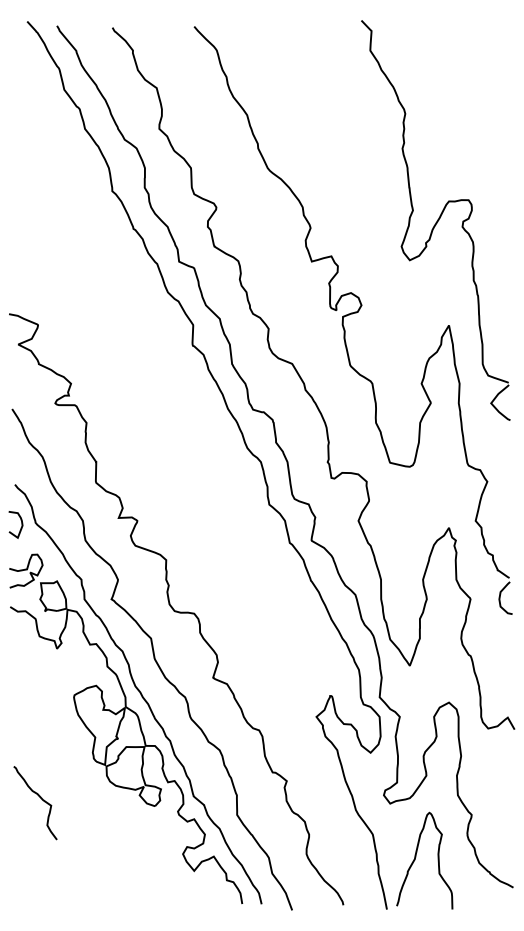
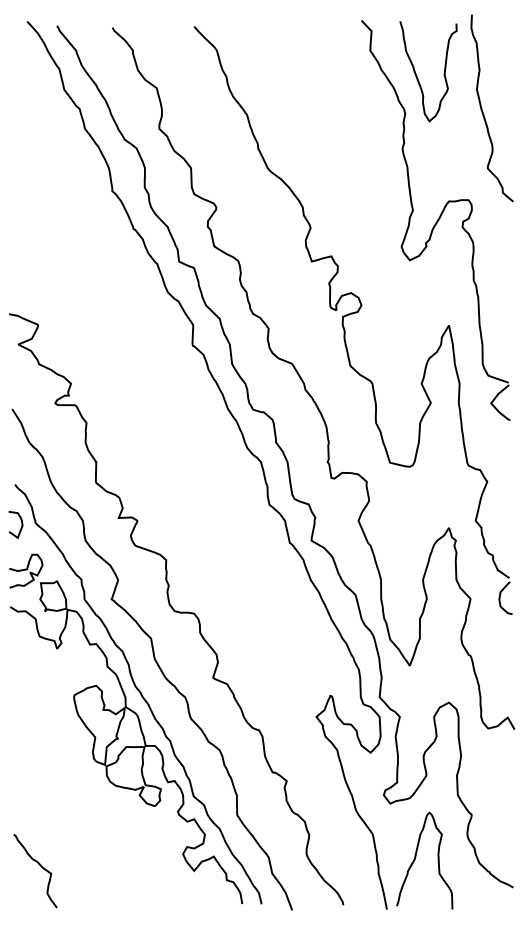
curve at (417, 75): none -> present
curve at (483, 111): none -> present
curve at (40, 798) position: (40, 798) -> (40, 866)
